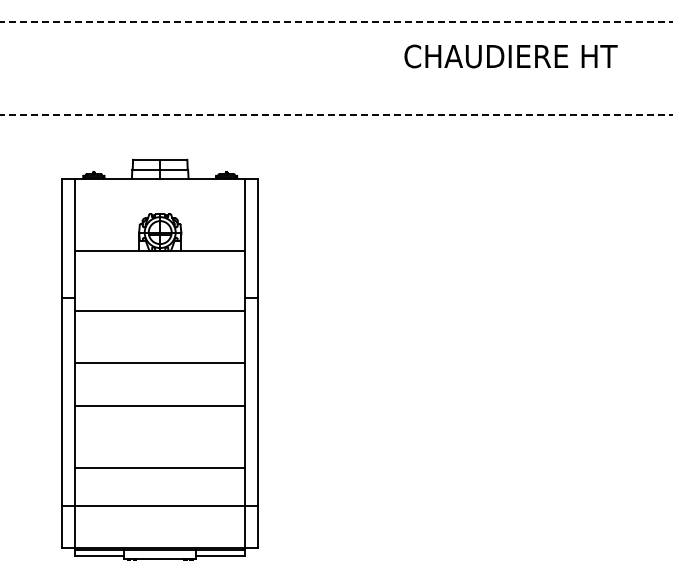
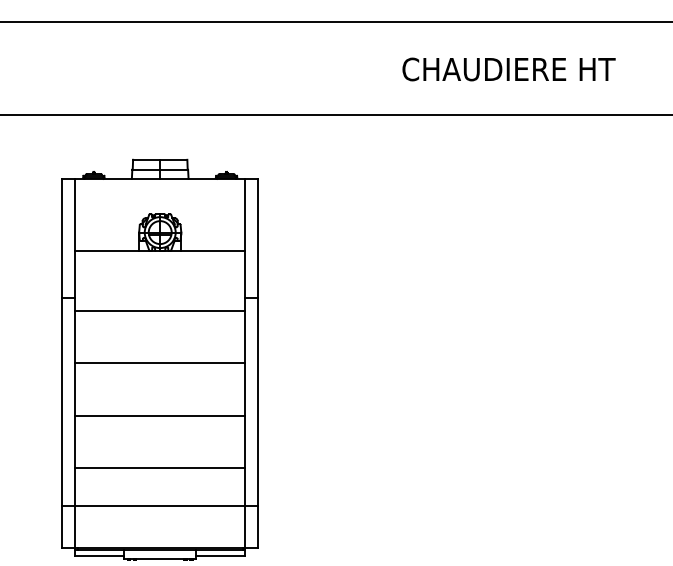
line at (336, 21): dashed -> solid
text at (510, 56) position: (510, 56) -> (508, 69)
line at (336, 115): dashed -> solid
line at (160, 405) position: (160, 405) -> (160, 415)
